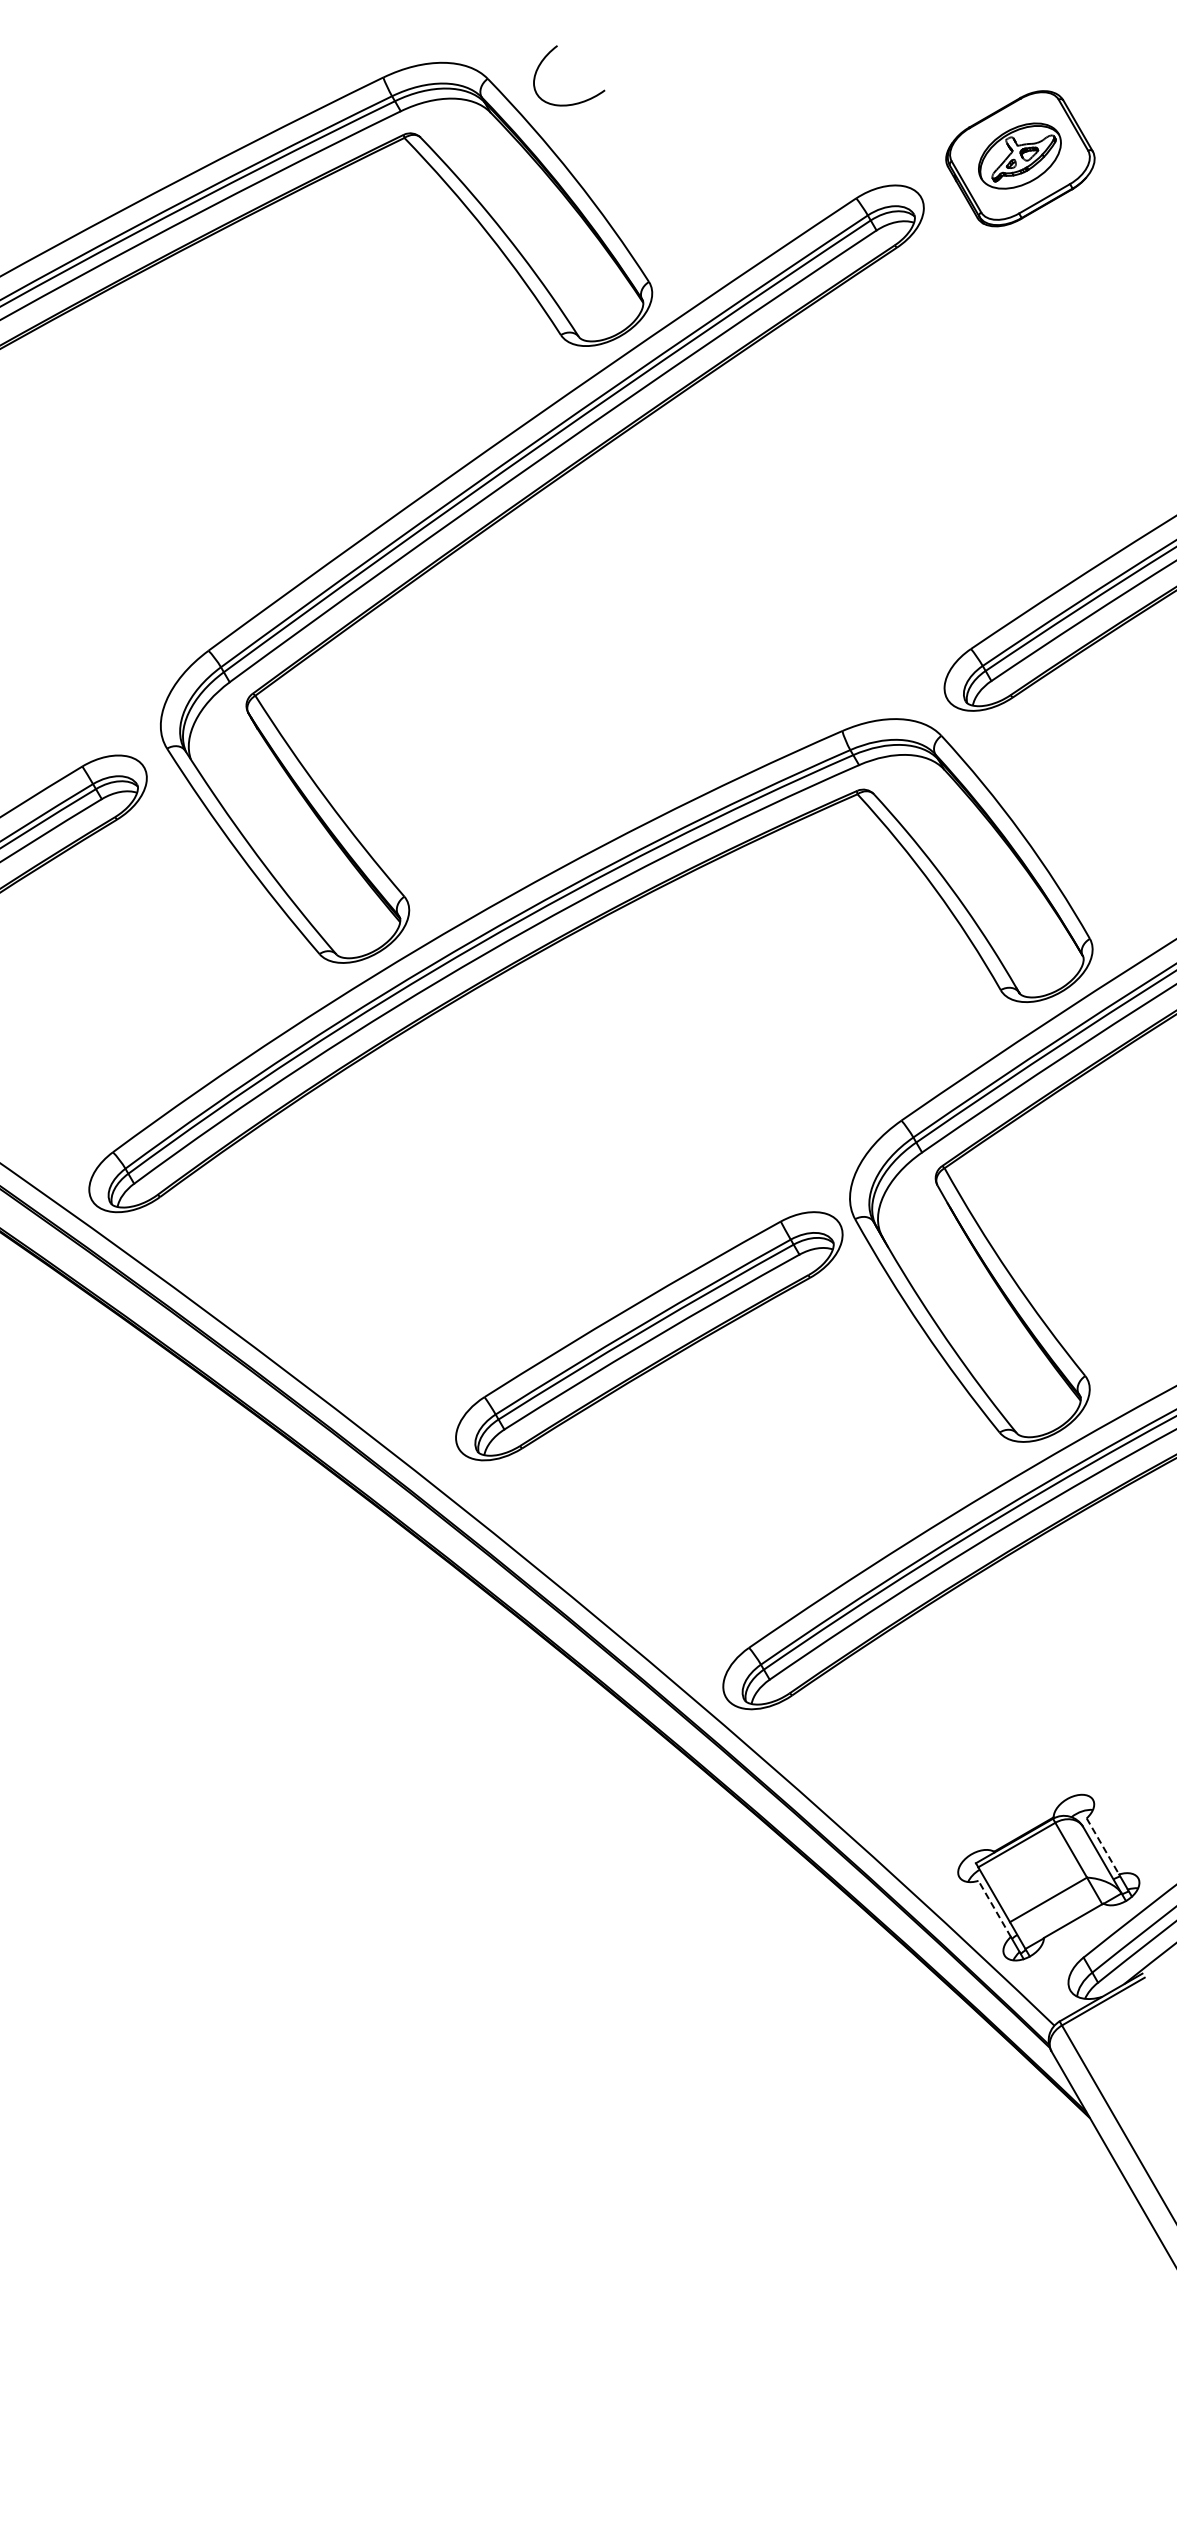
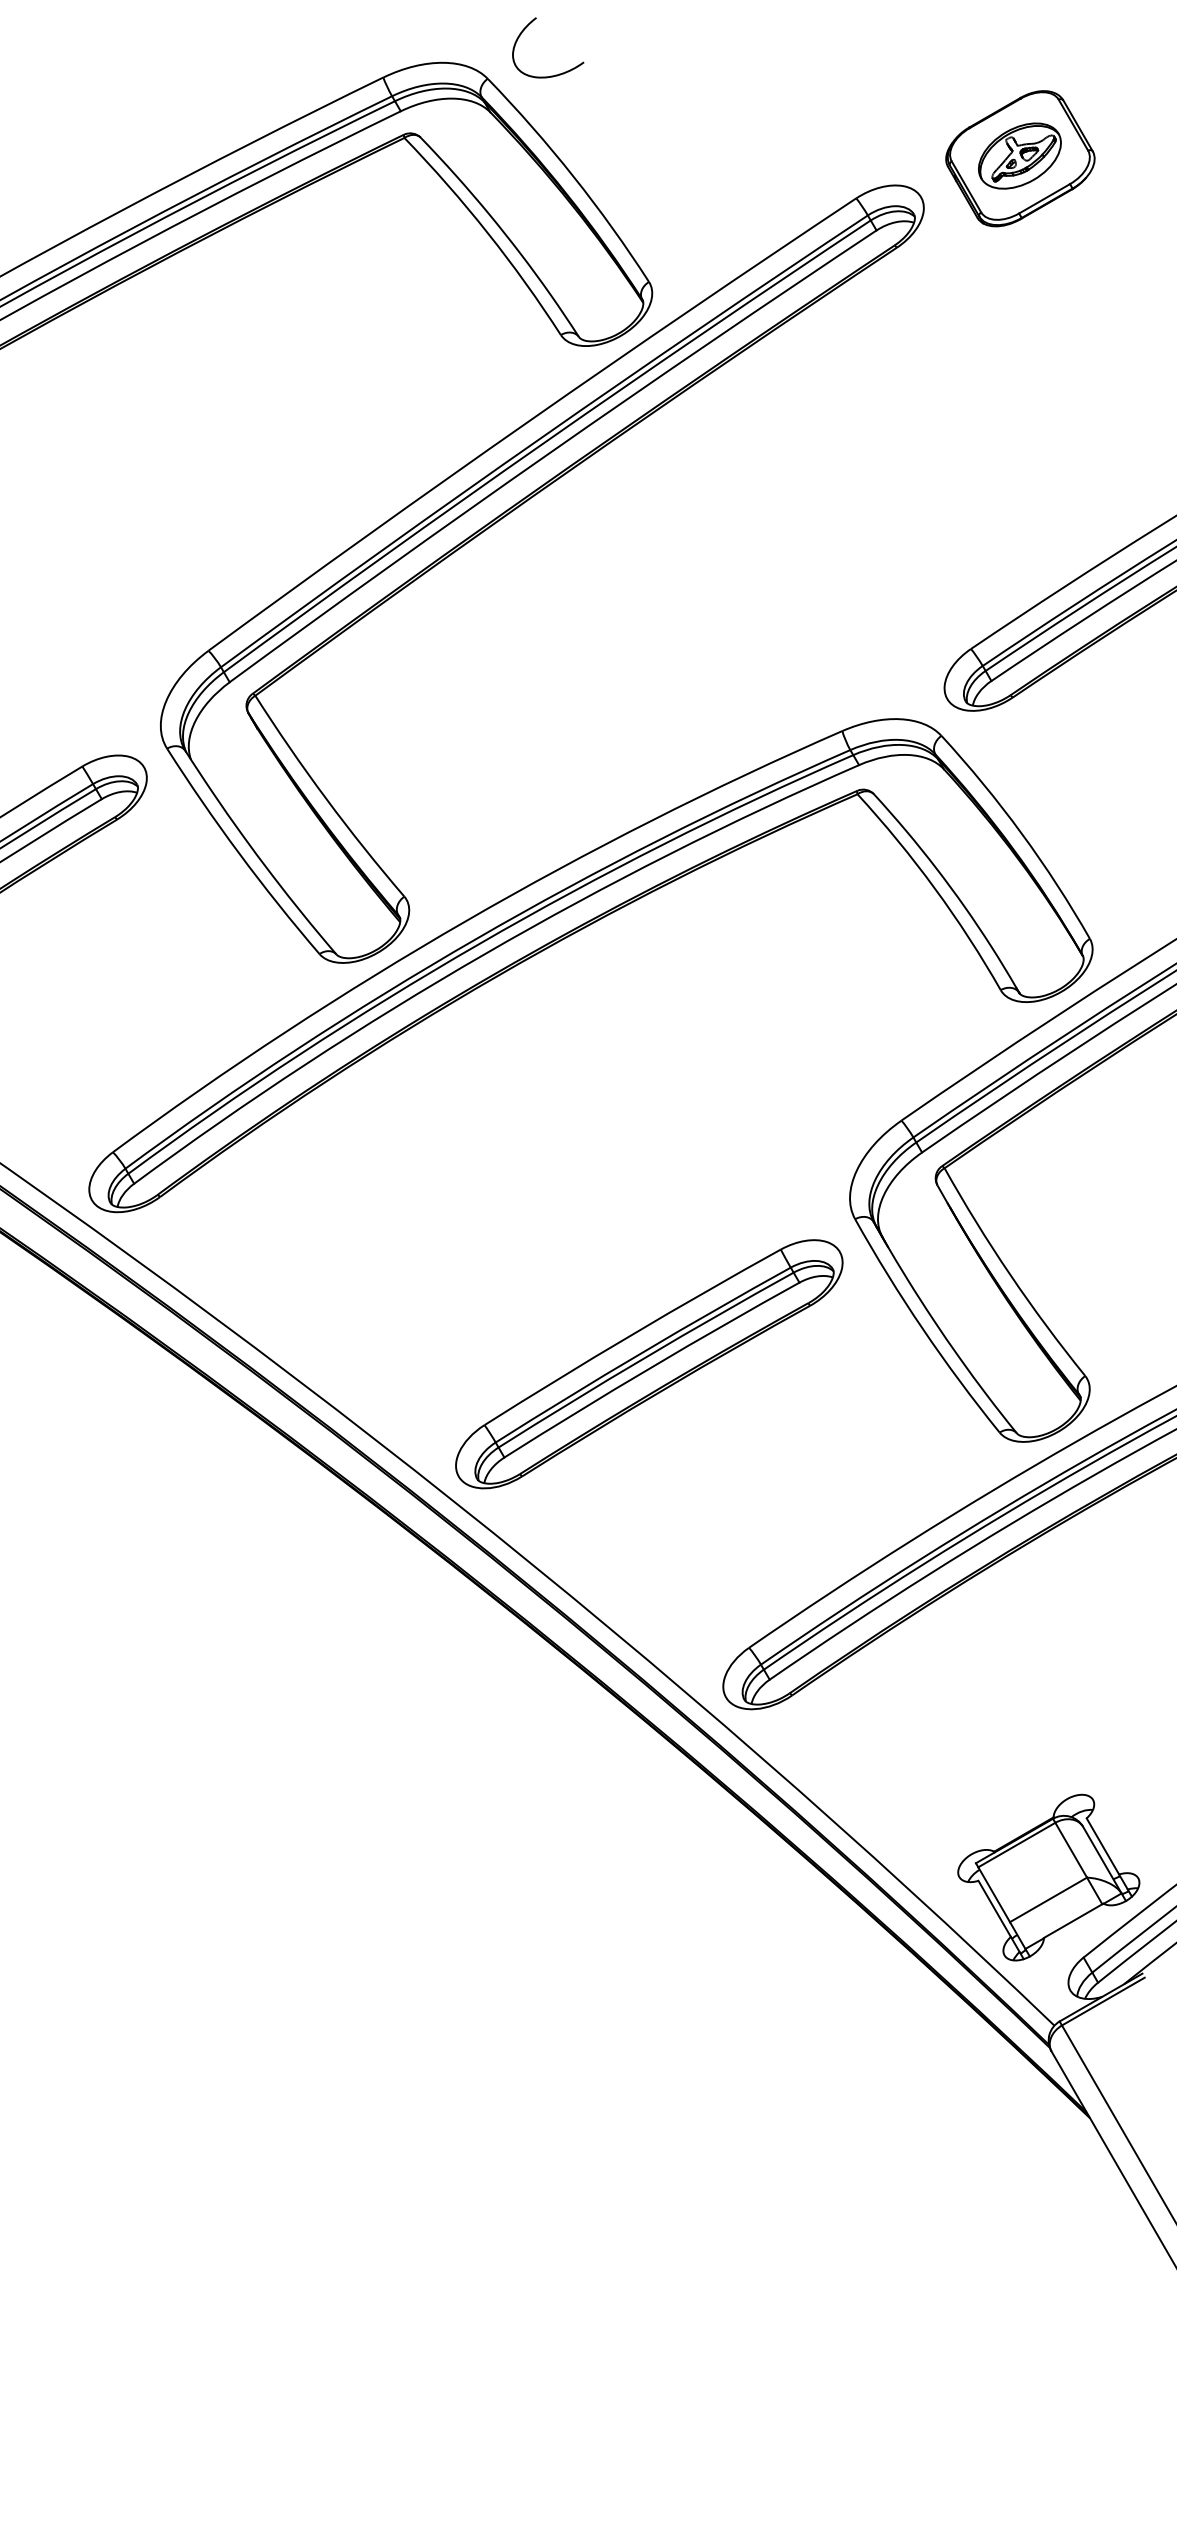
curve at (576, 102) position: (576, 102) -> (555, 74)
part at (649, 1336) position: (649, 1336) -> (649, 1364)
line at (1103, 1846): dashed -> solid
line at (994, 1908): dashed -> solid
